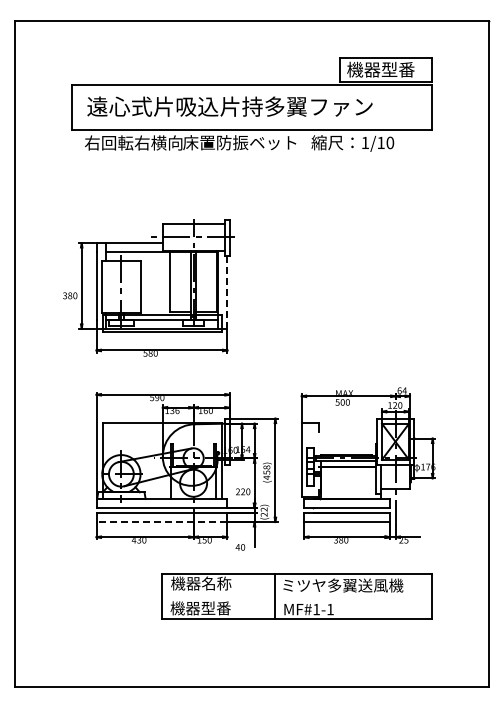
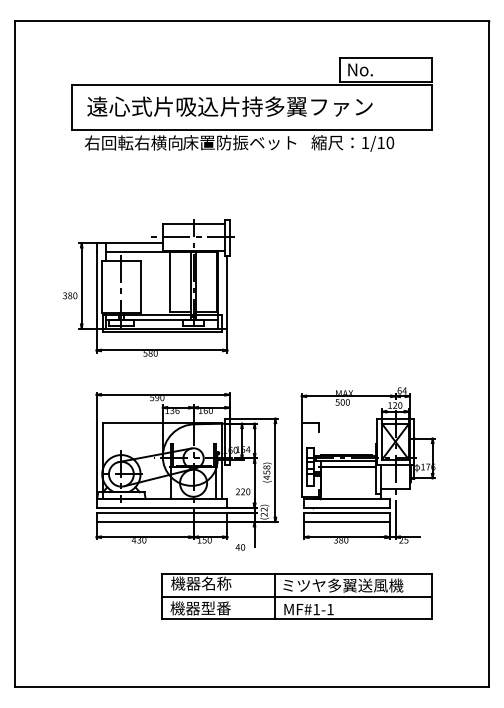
text at (380, 69): 機器型番 -> No.
line at (227, 291): dashed -> solid
line at (161, 522): dashed -> solid
line at (296, 596): none -> present
